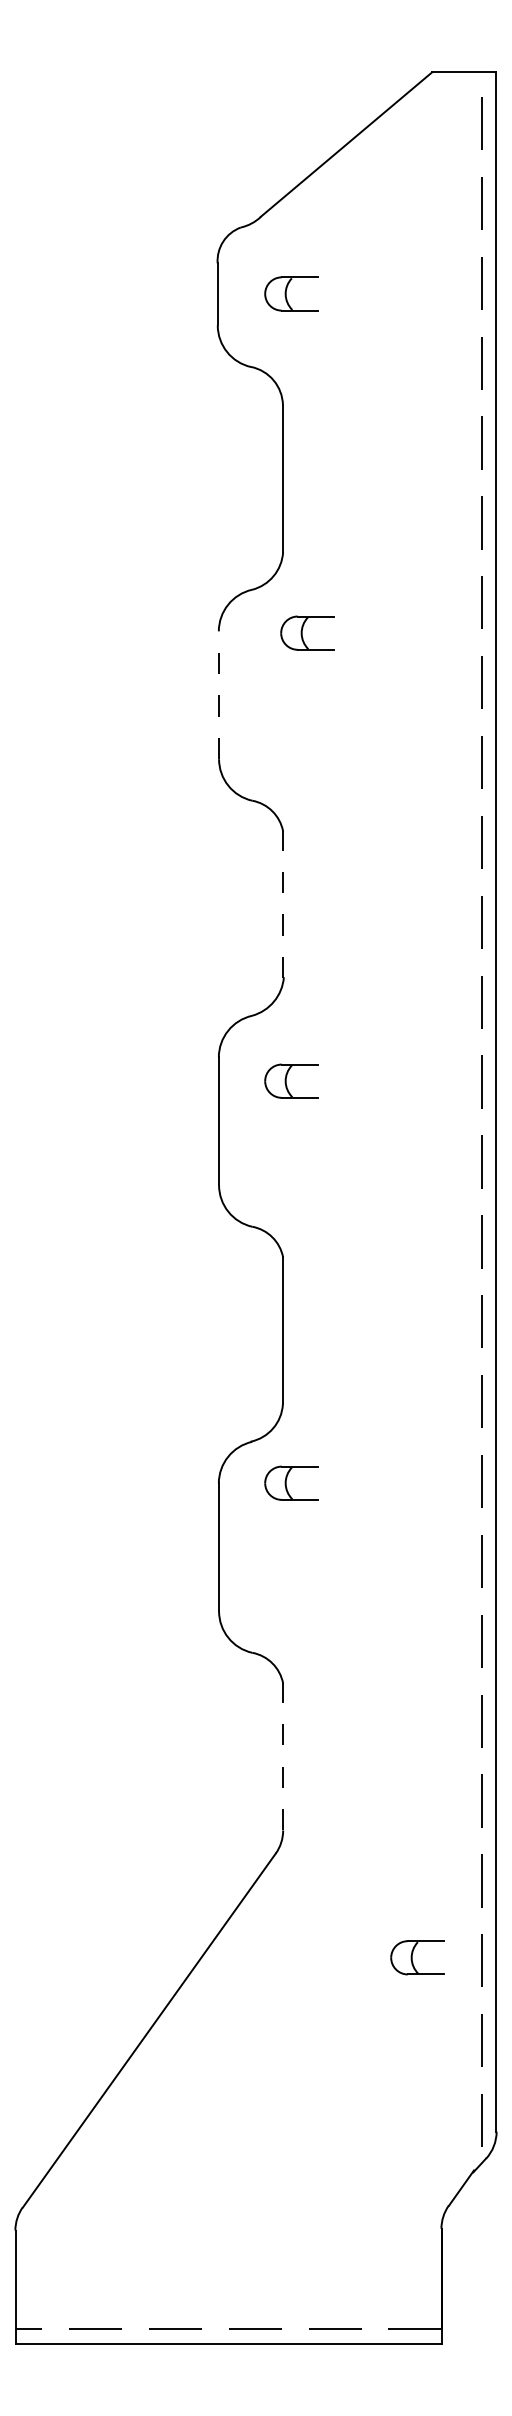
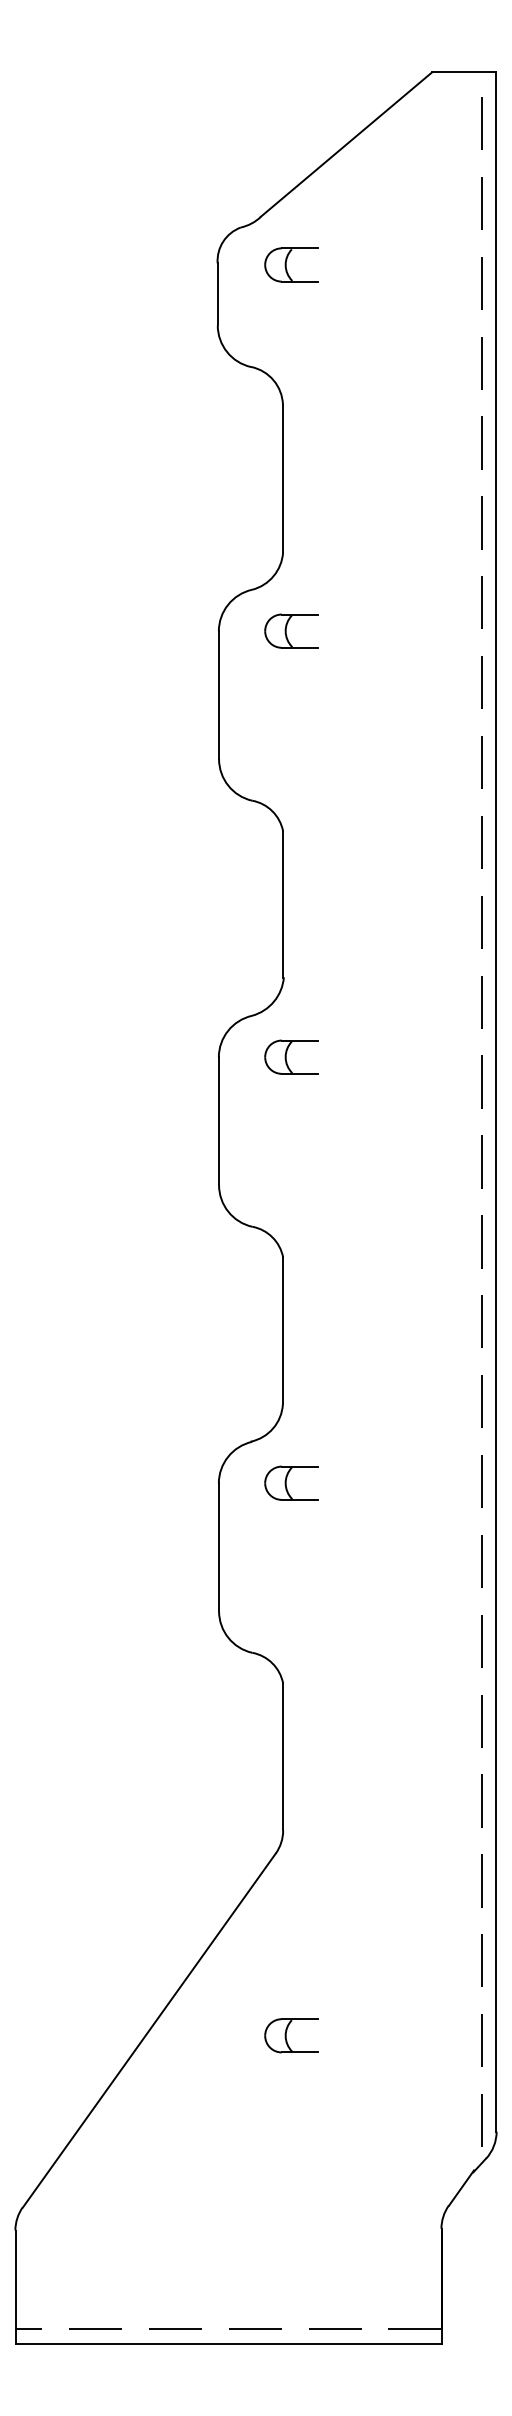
part at (291, 293) position: (291, 293) -> (291, 264)
part at (307, 632) position: (307, 632) -> (291, 630)
line at (218, 695): dashed -> solid
line at (283, 904): dashed -> solid
part at (291, 1080) position: (291, 1080) -> (291, 1056)
line at (283, 1756): dashed -> solid
part at (417, 1957) position: (417, 1957) -> (291, 2035)
